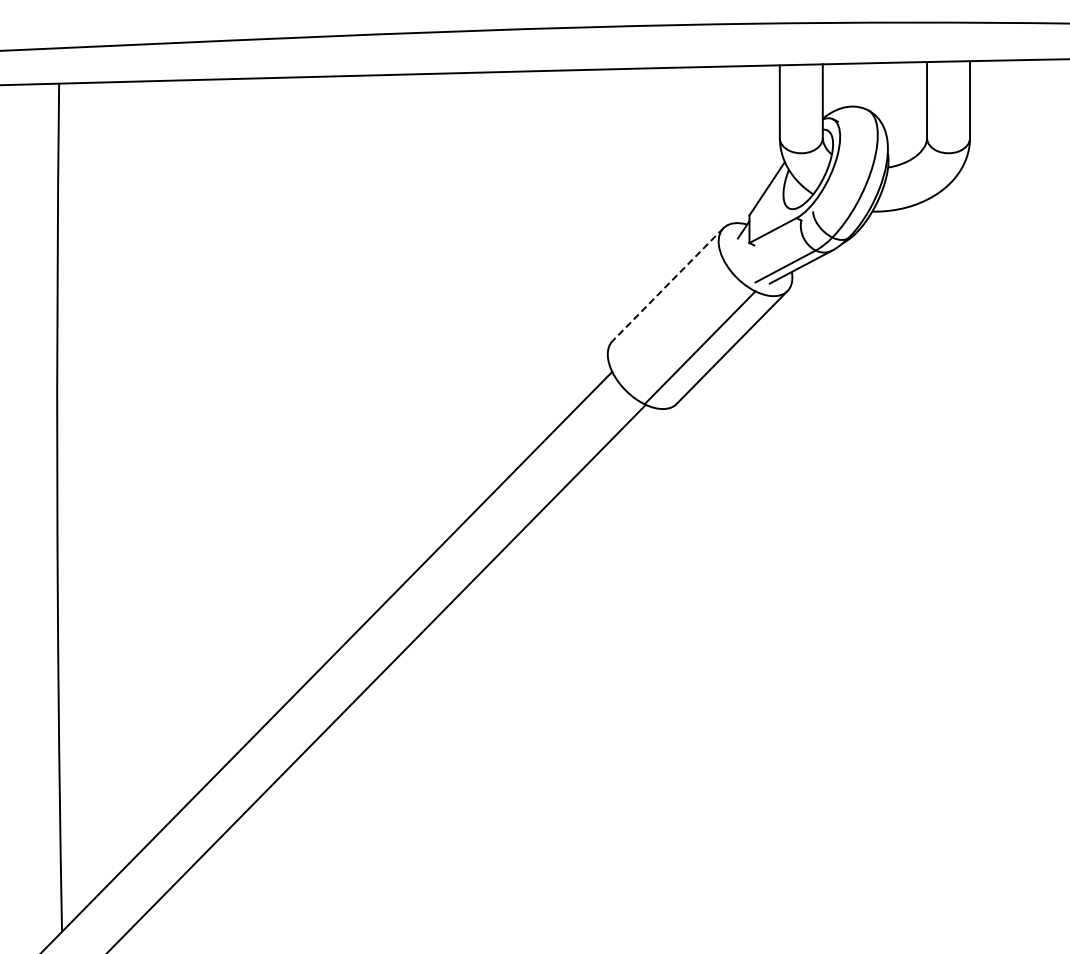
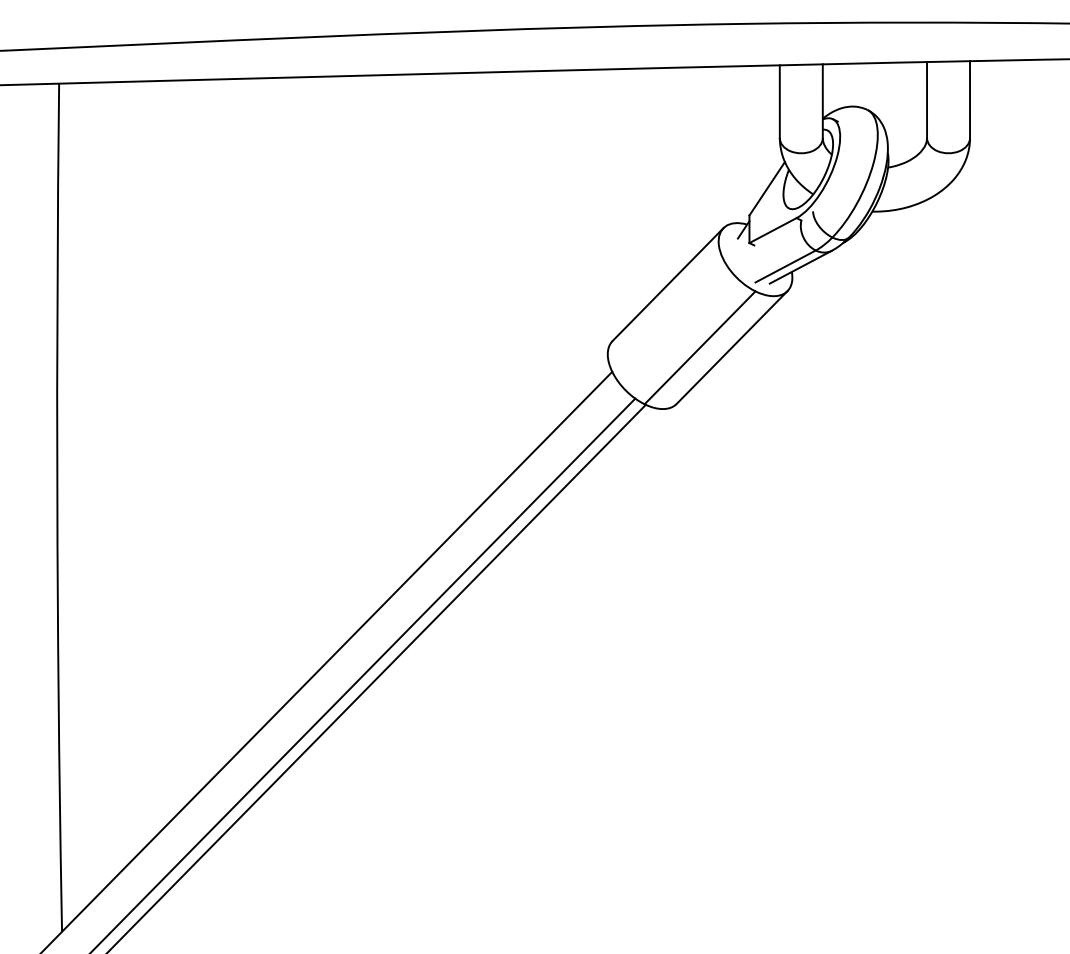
line at (667, 284): dashed -> solid
line at (364, 674): none -> present
